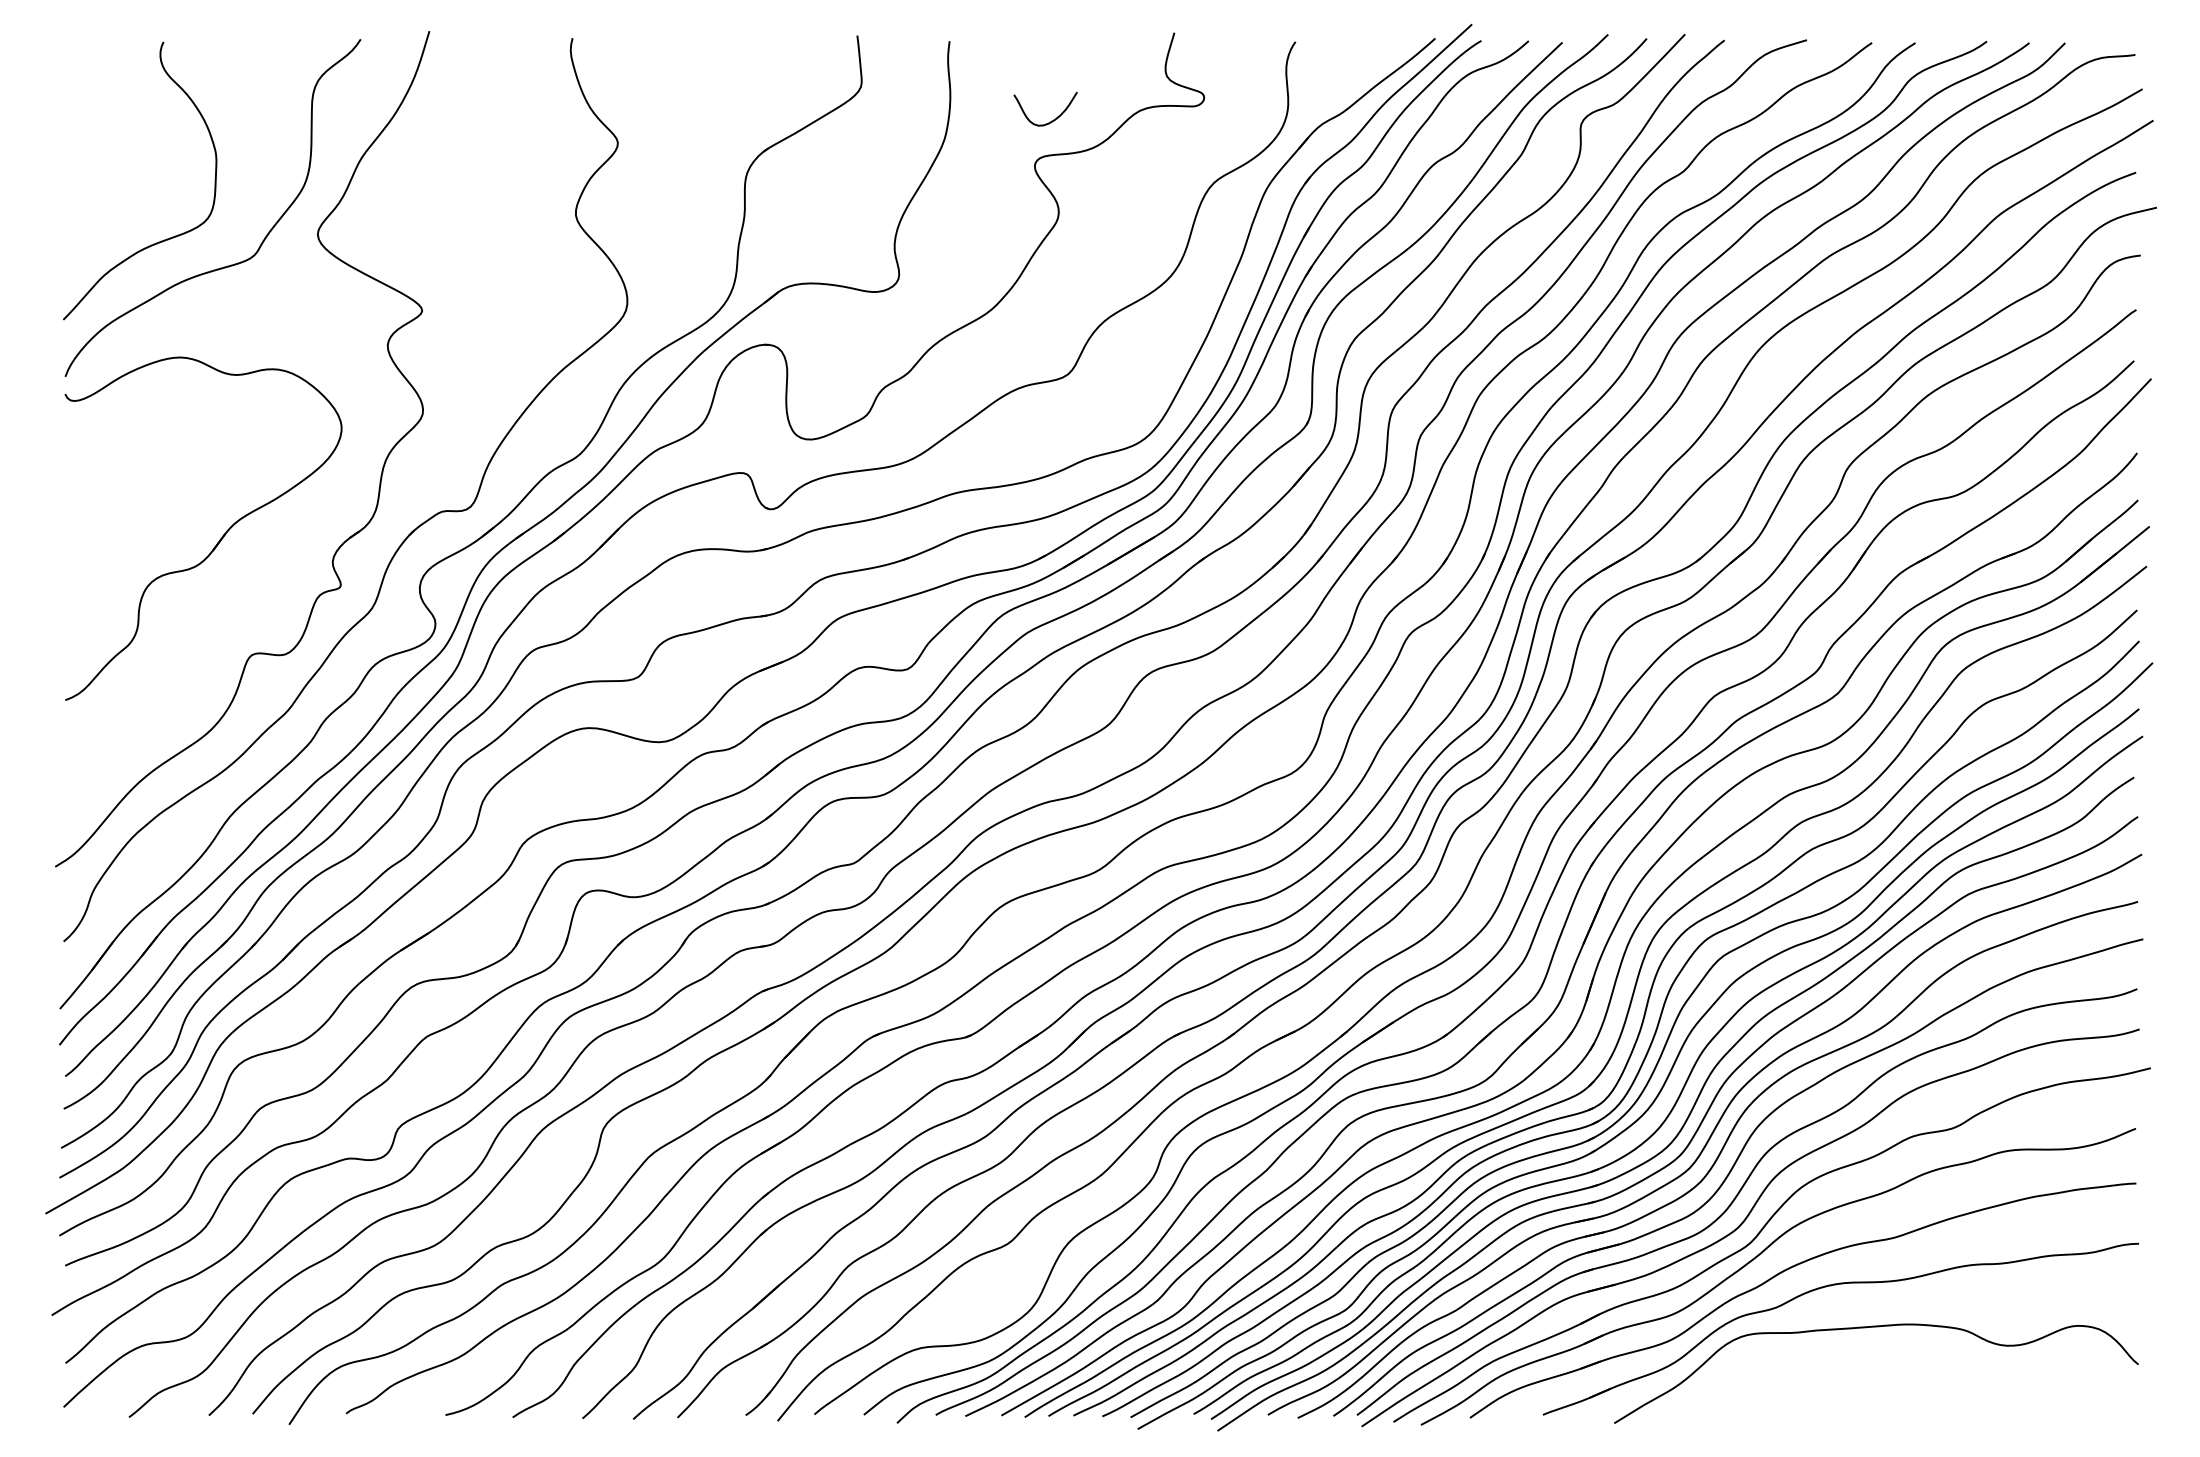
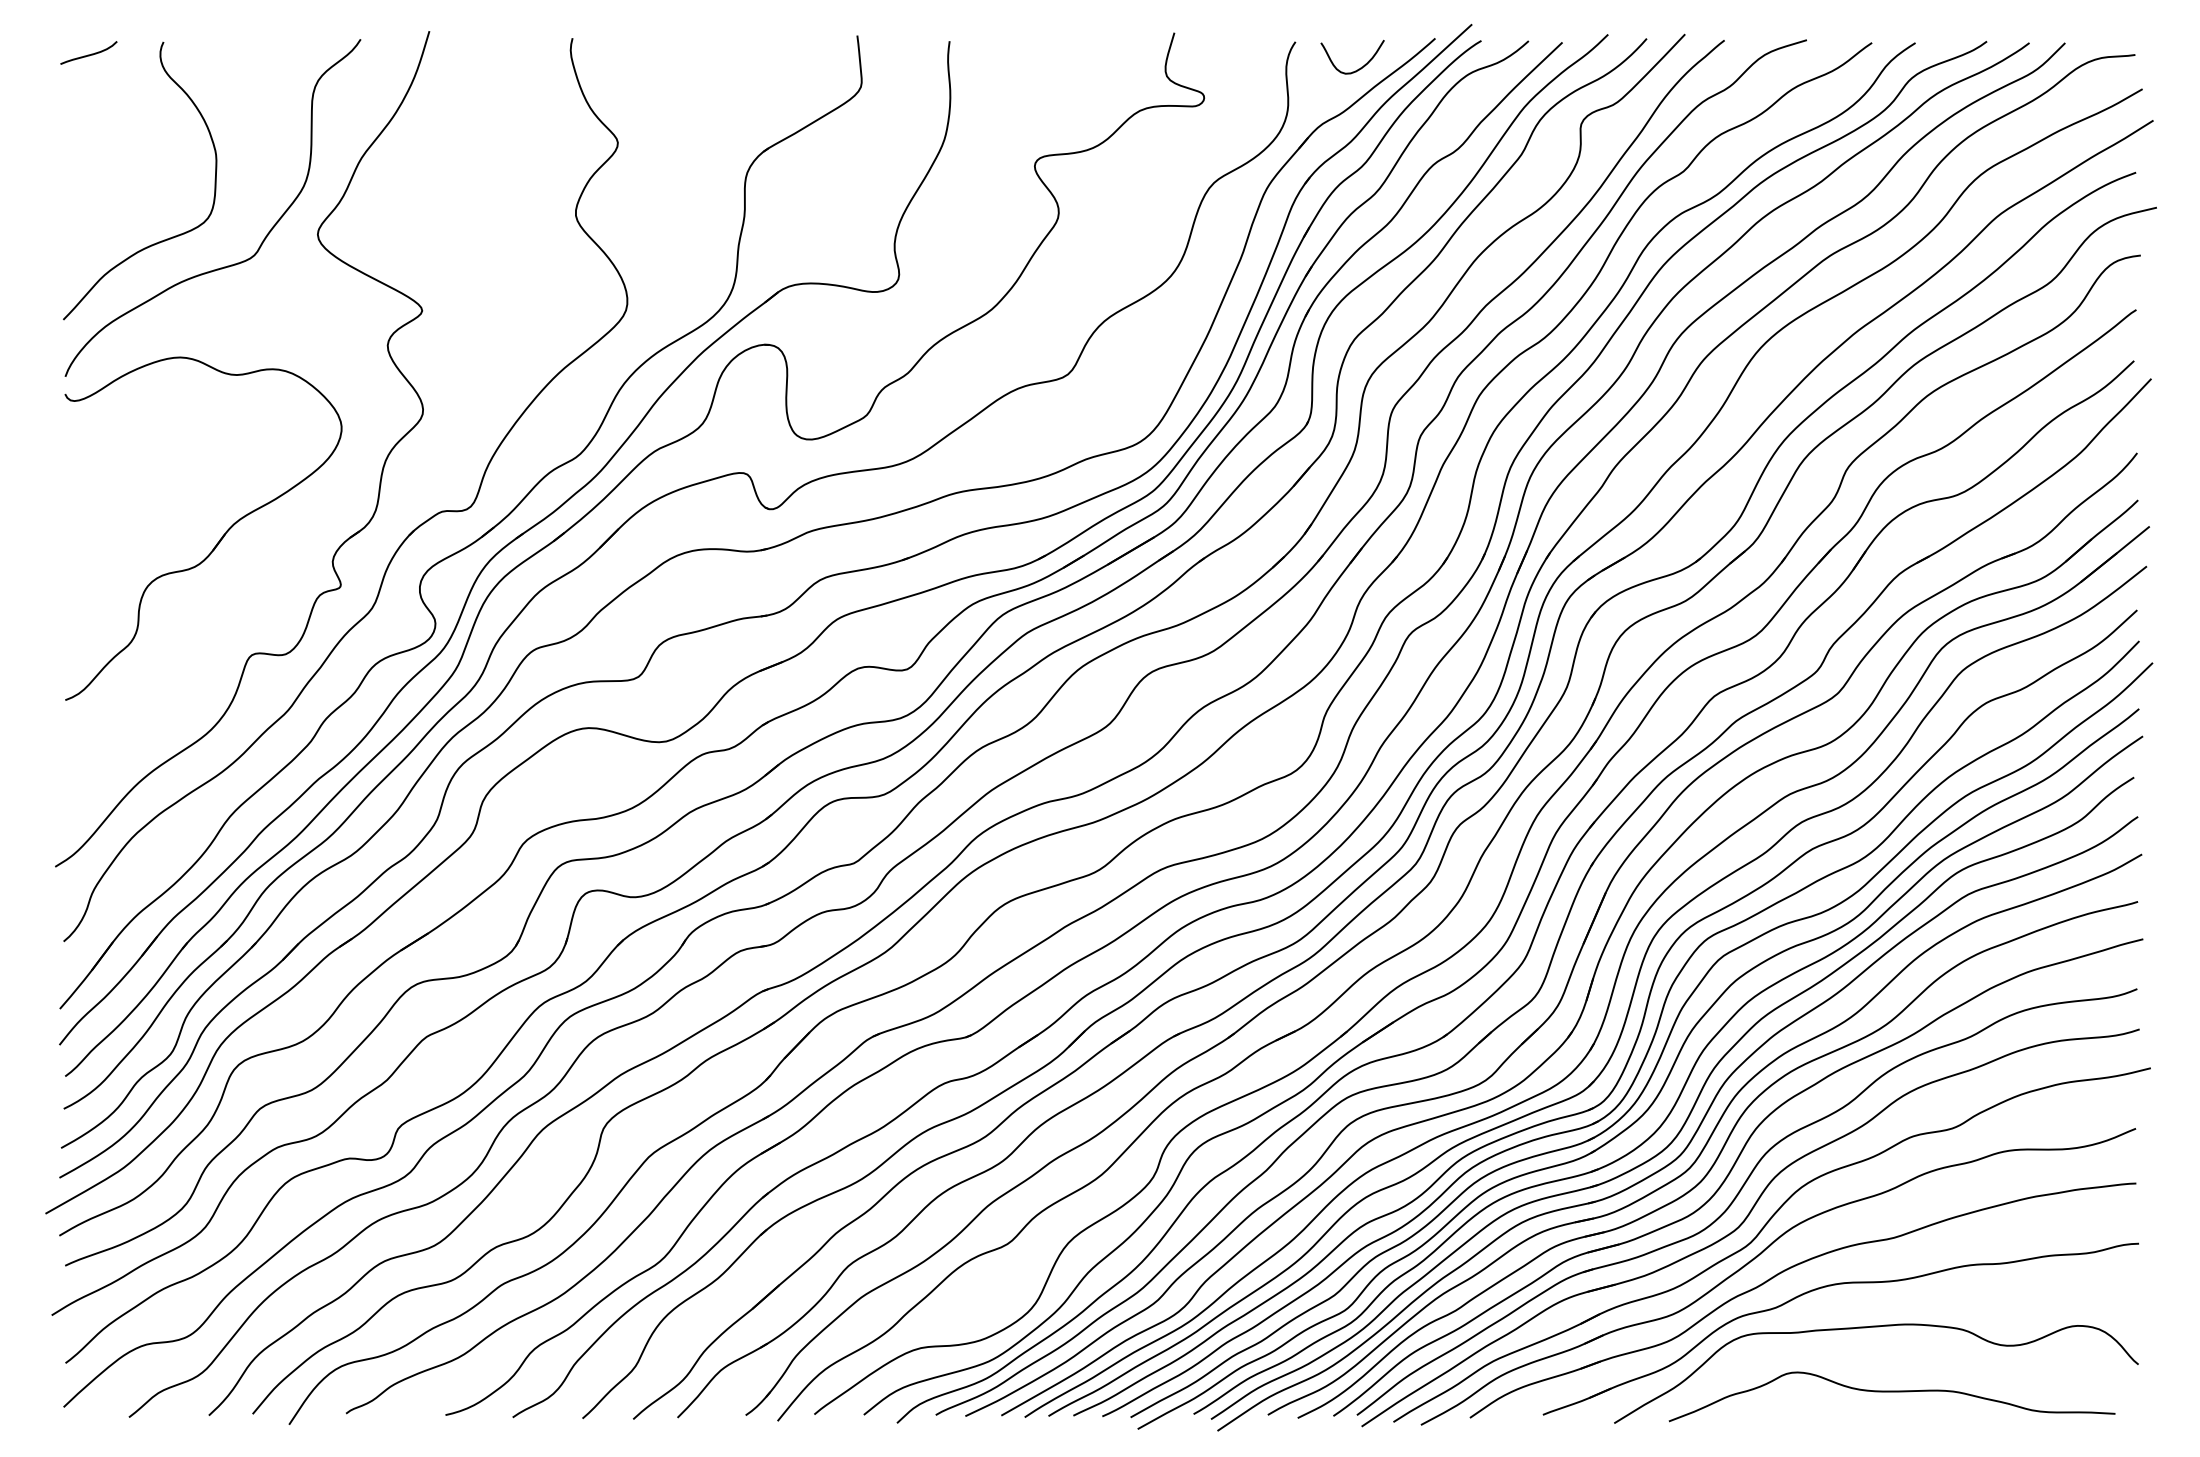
curve at (88, 54): none -> present
curve at (1051, 120) position: (1051, 120) -> (1358, 68)
curve at (1891, 1392): none -> present
